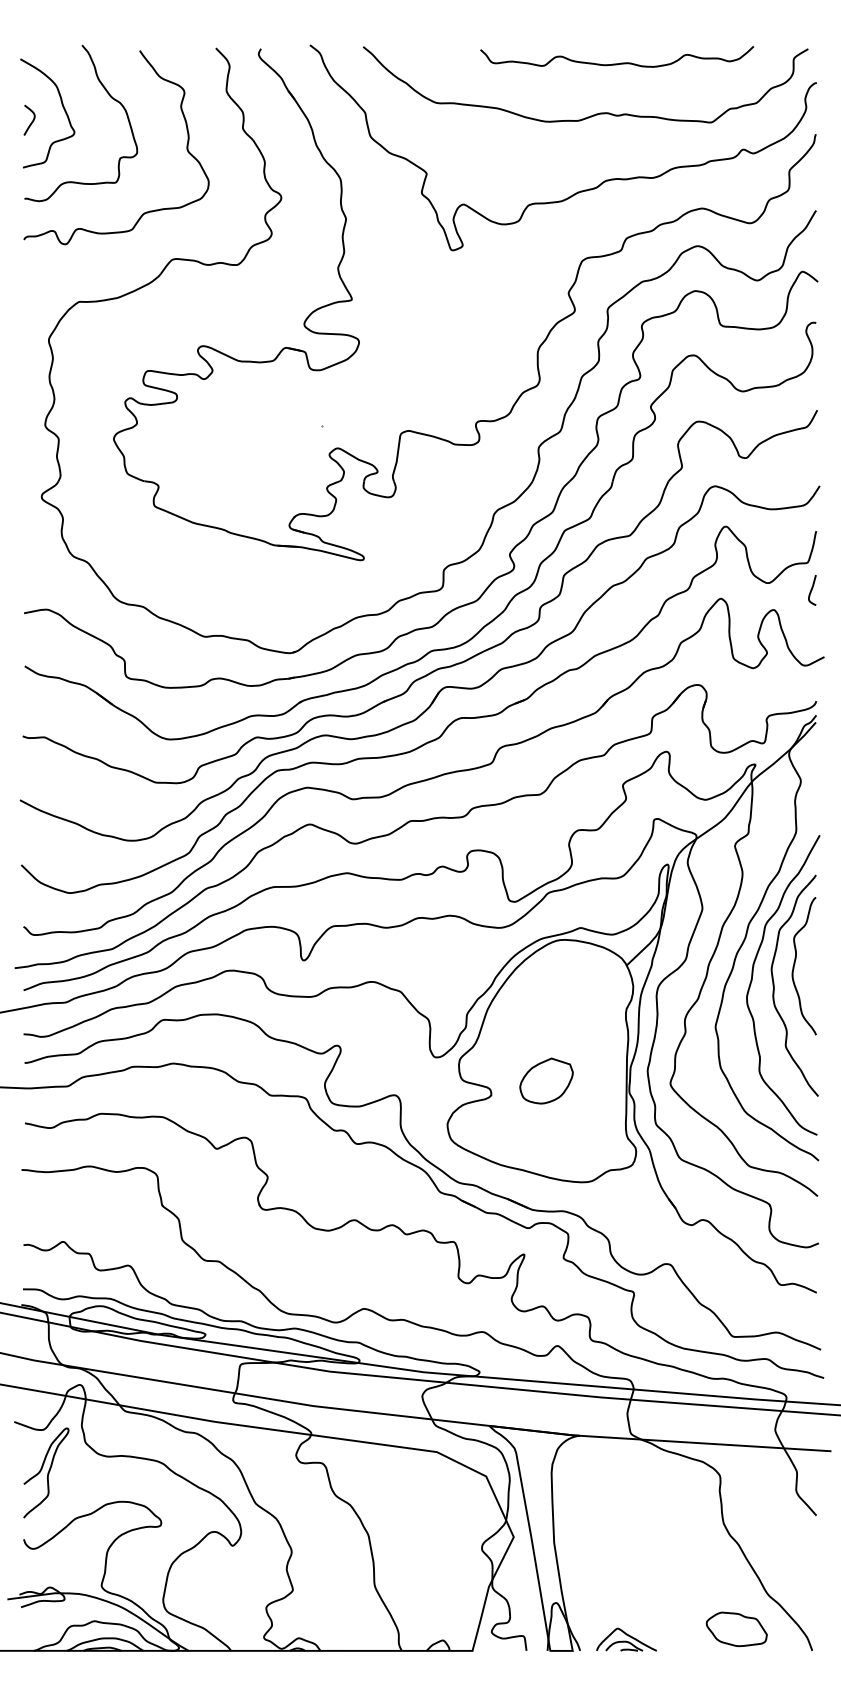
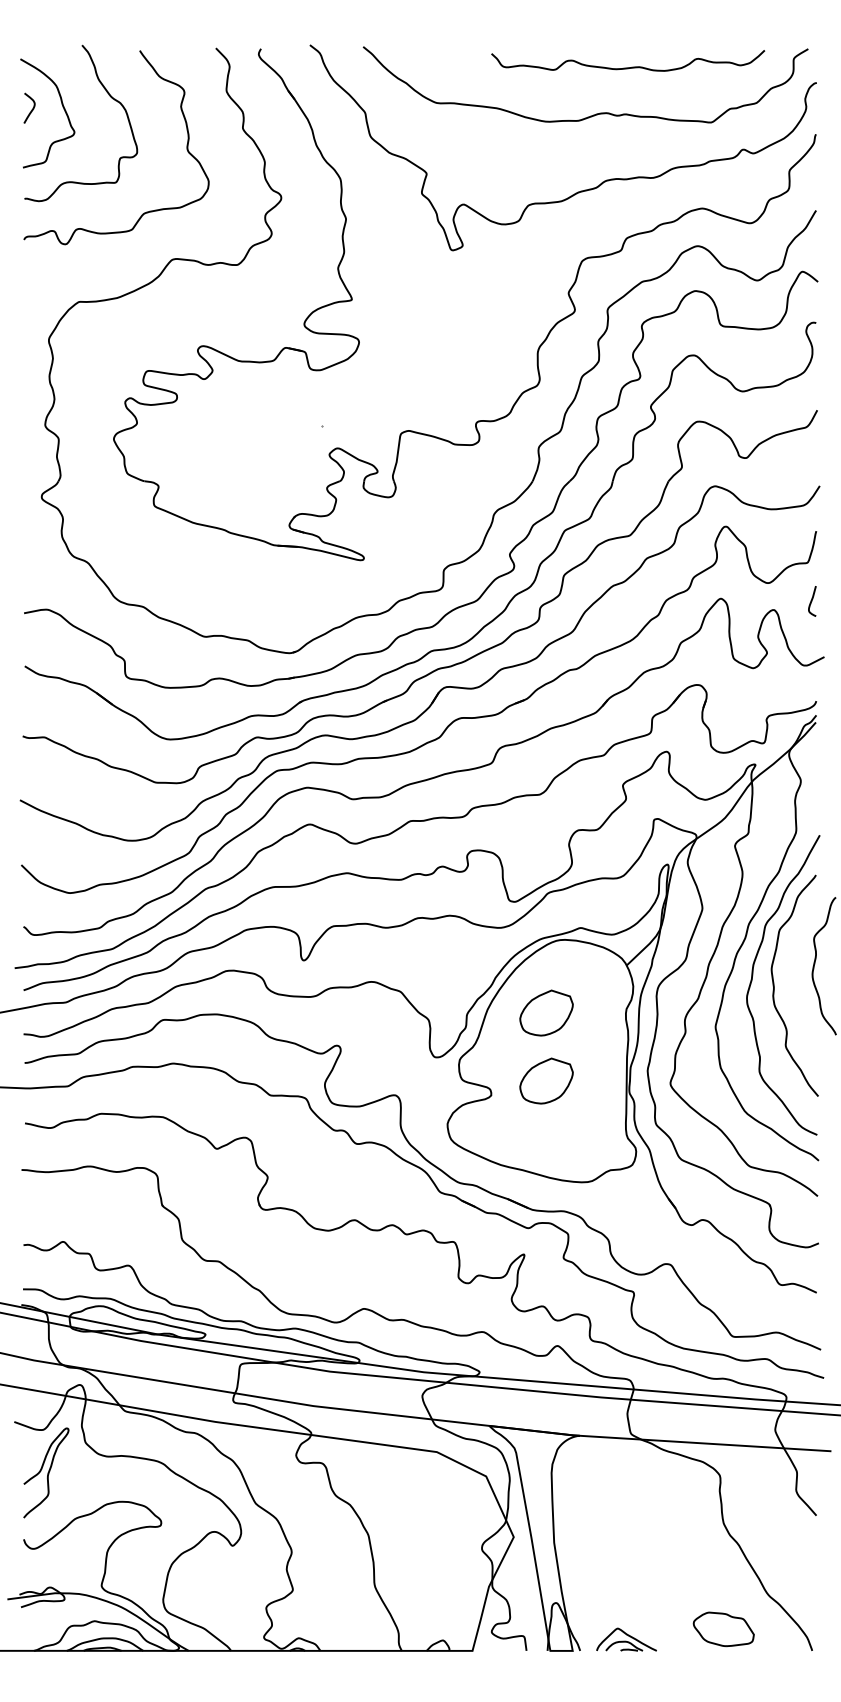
curve at (620, 62) position: (620, 62) -> (631, 66)
curve at (31, 121) position: (31, 121) -> (31, 109)
curve at (812, 590) position: (812, 590) -> (812, 601)
curve at (795, 964) position: (795, 964) -> (815, 964)
part at (546, 1012): none -> present
part at (736, 1629) position: (736, 1629) -> (723, 1629)
